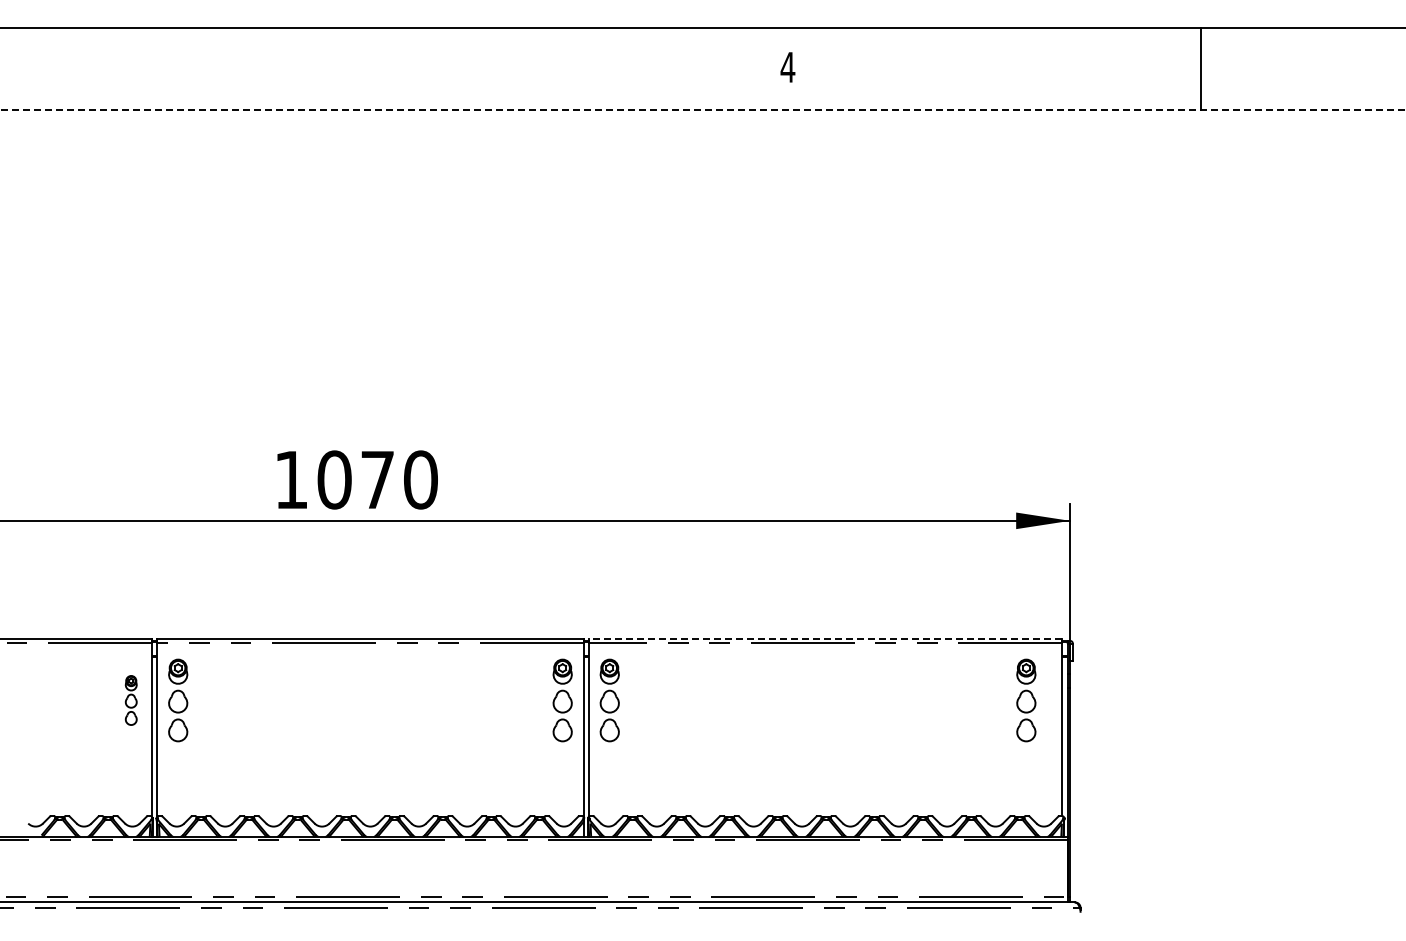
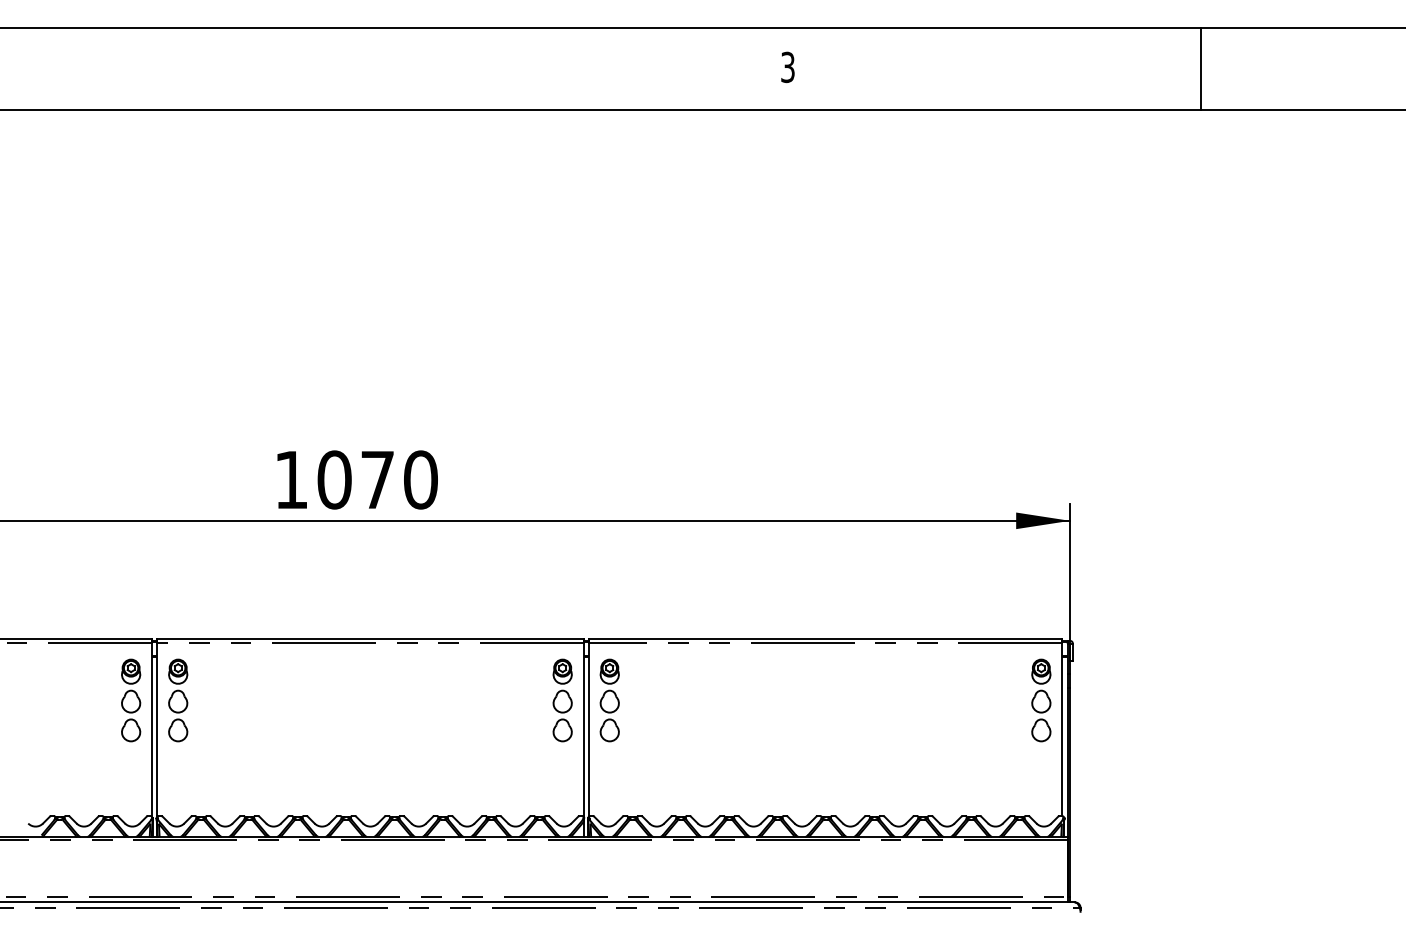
text at (787, 67): 4 -> 3
line at (702, 109): dashed -> solid
line at (825, 638): dashed -> solid
part at (130, 700) size: 14x51 px -> 21x85 px
part at (1026, 700) position: (1026, 700) -> (1041, 700)
